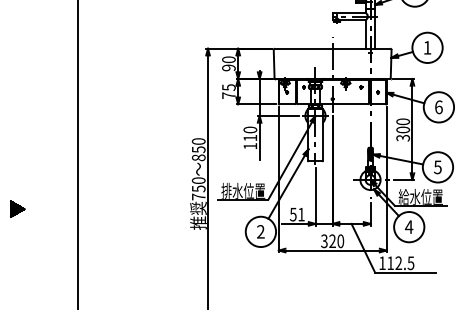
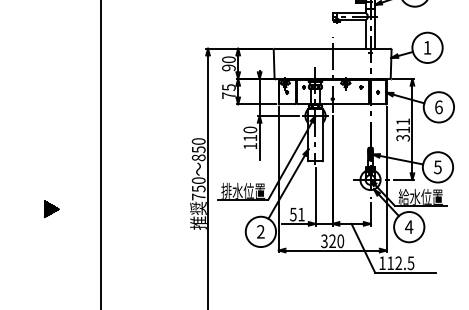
text at (403, 125): 300 -> 311
line at (78, 154) position: (78, 154) -> (101, 154)
part at (17, 208) position: (17, 208) -> (51, 208)
